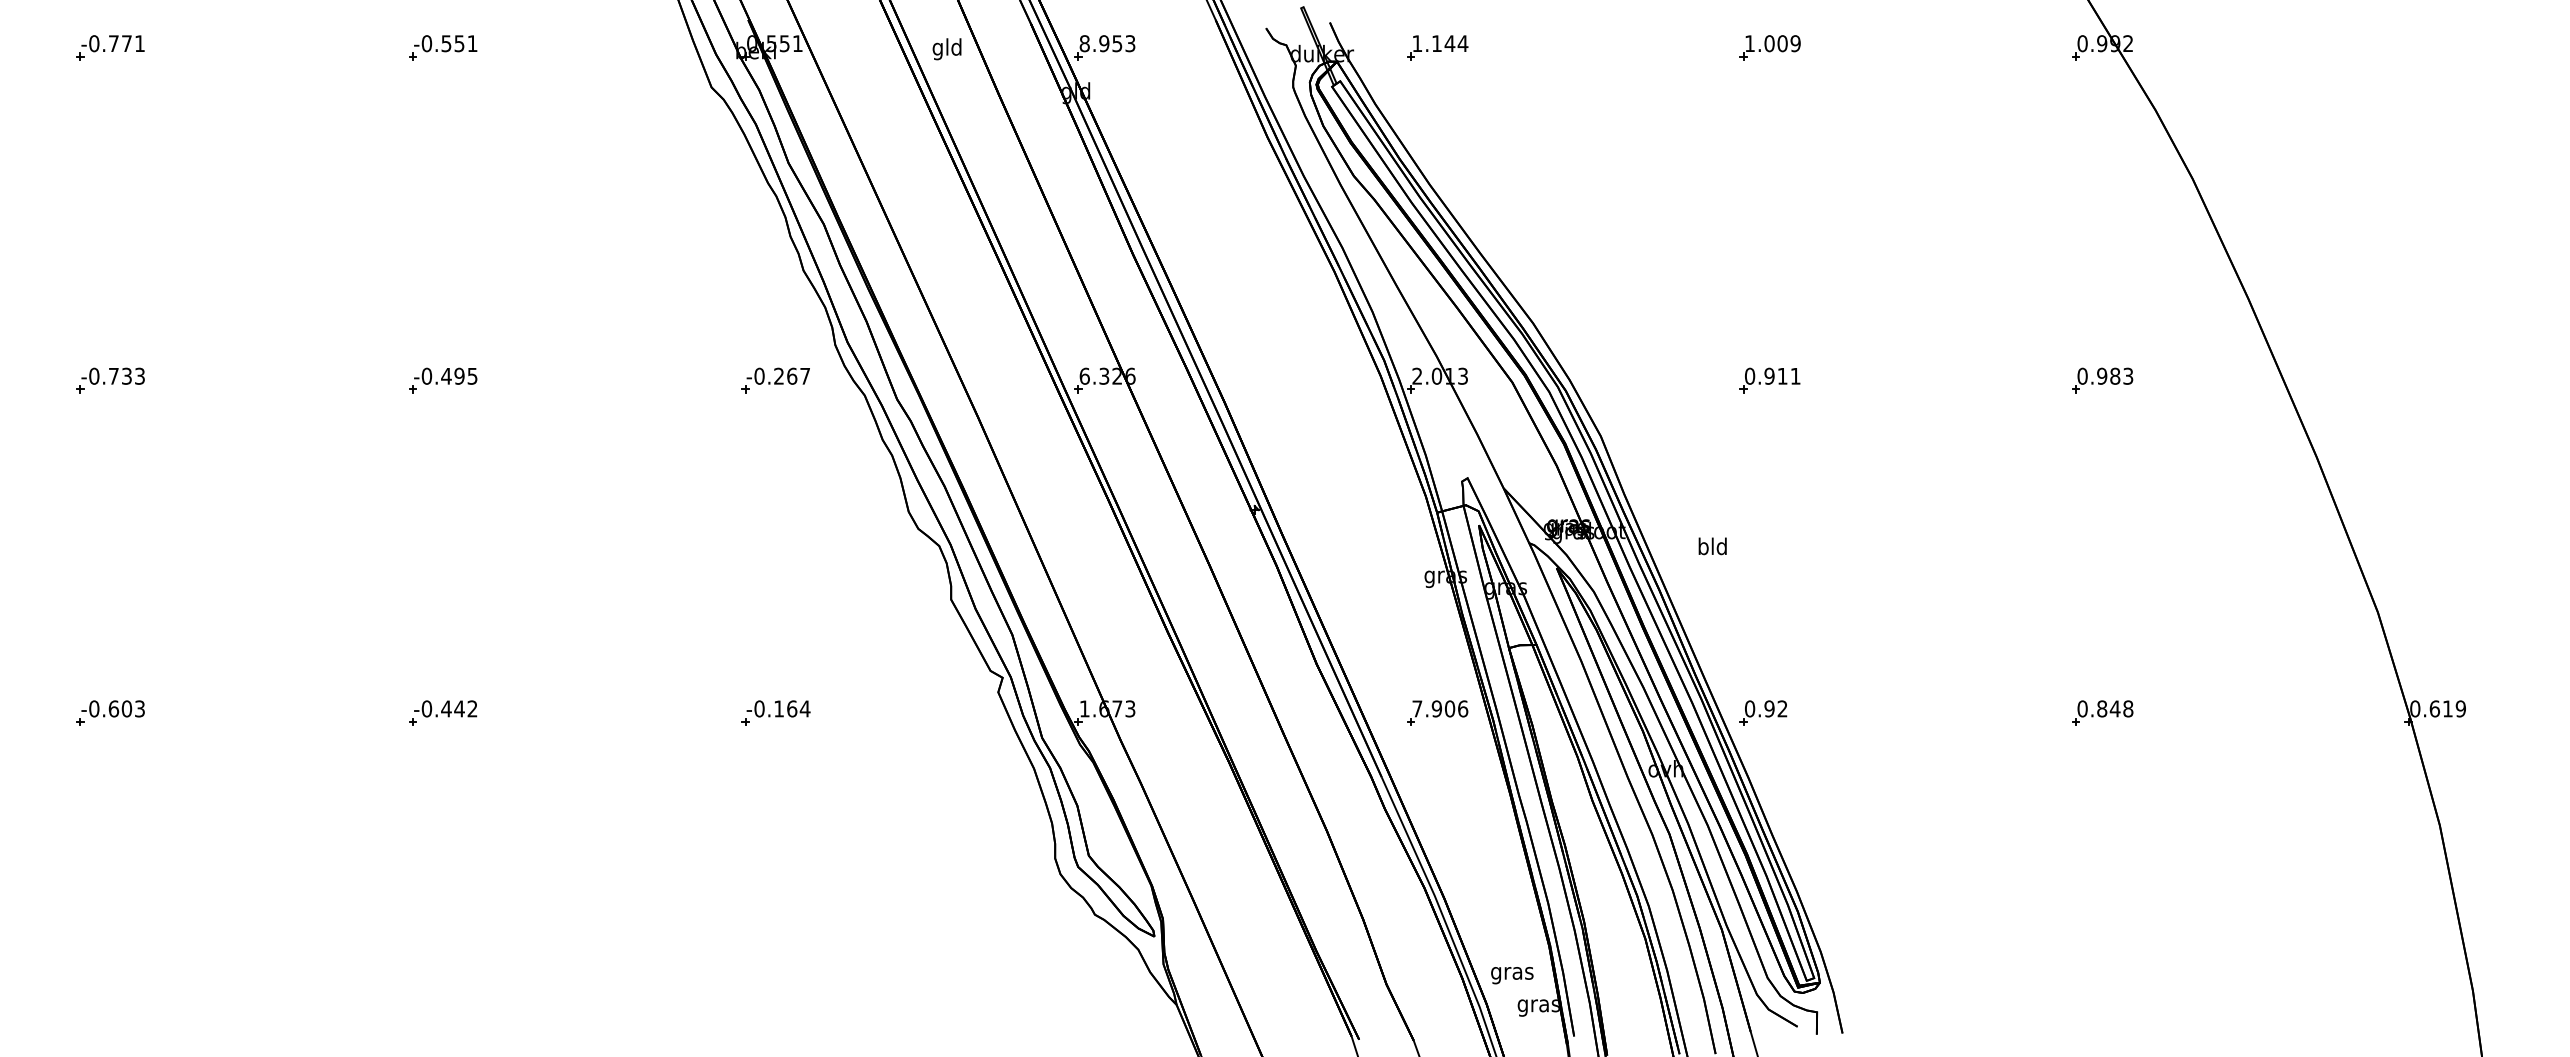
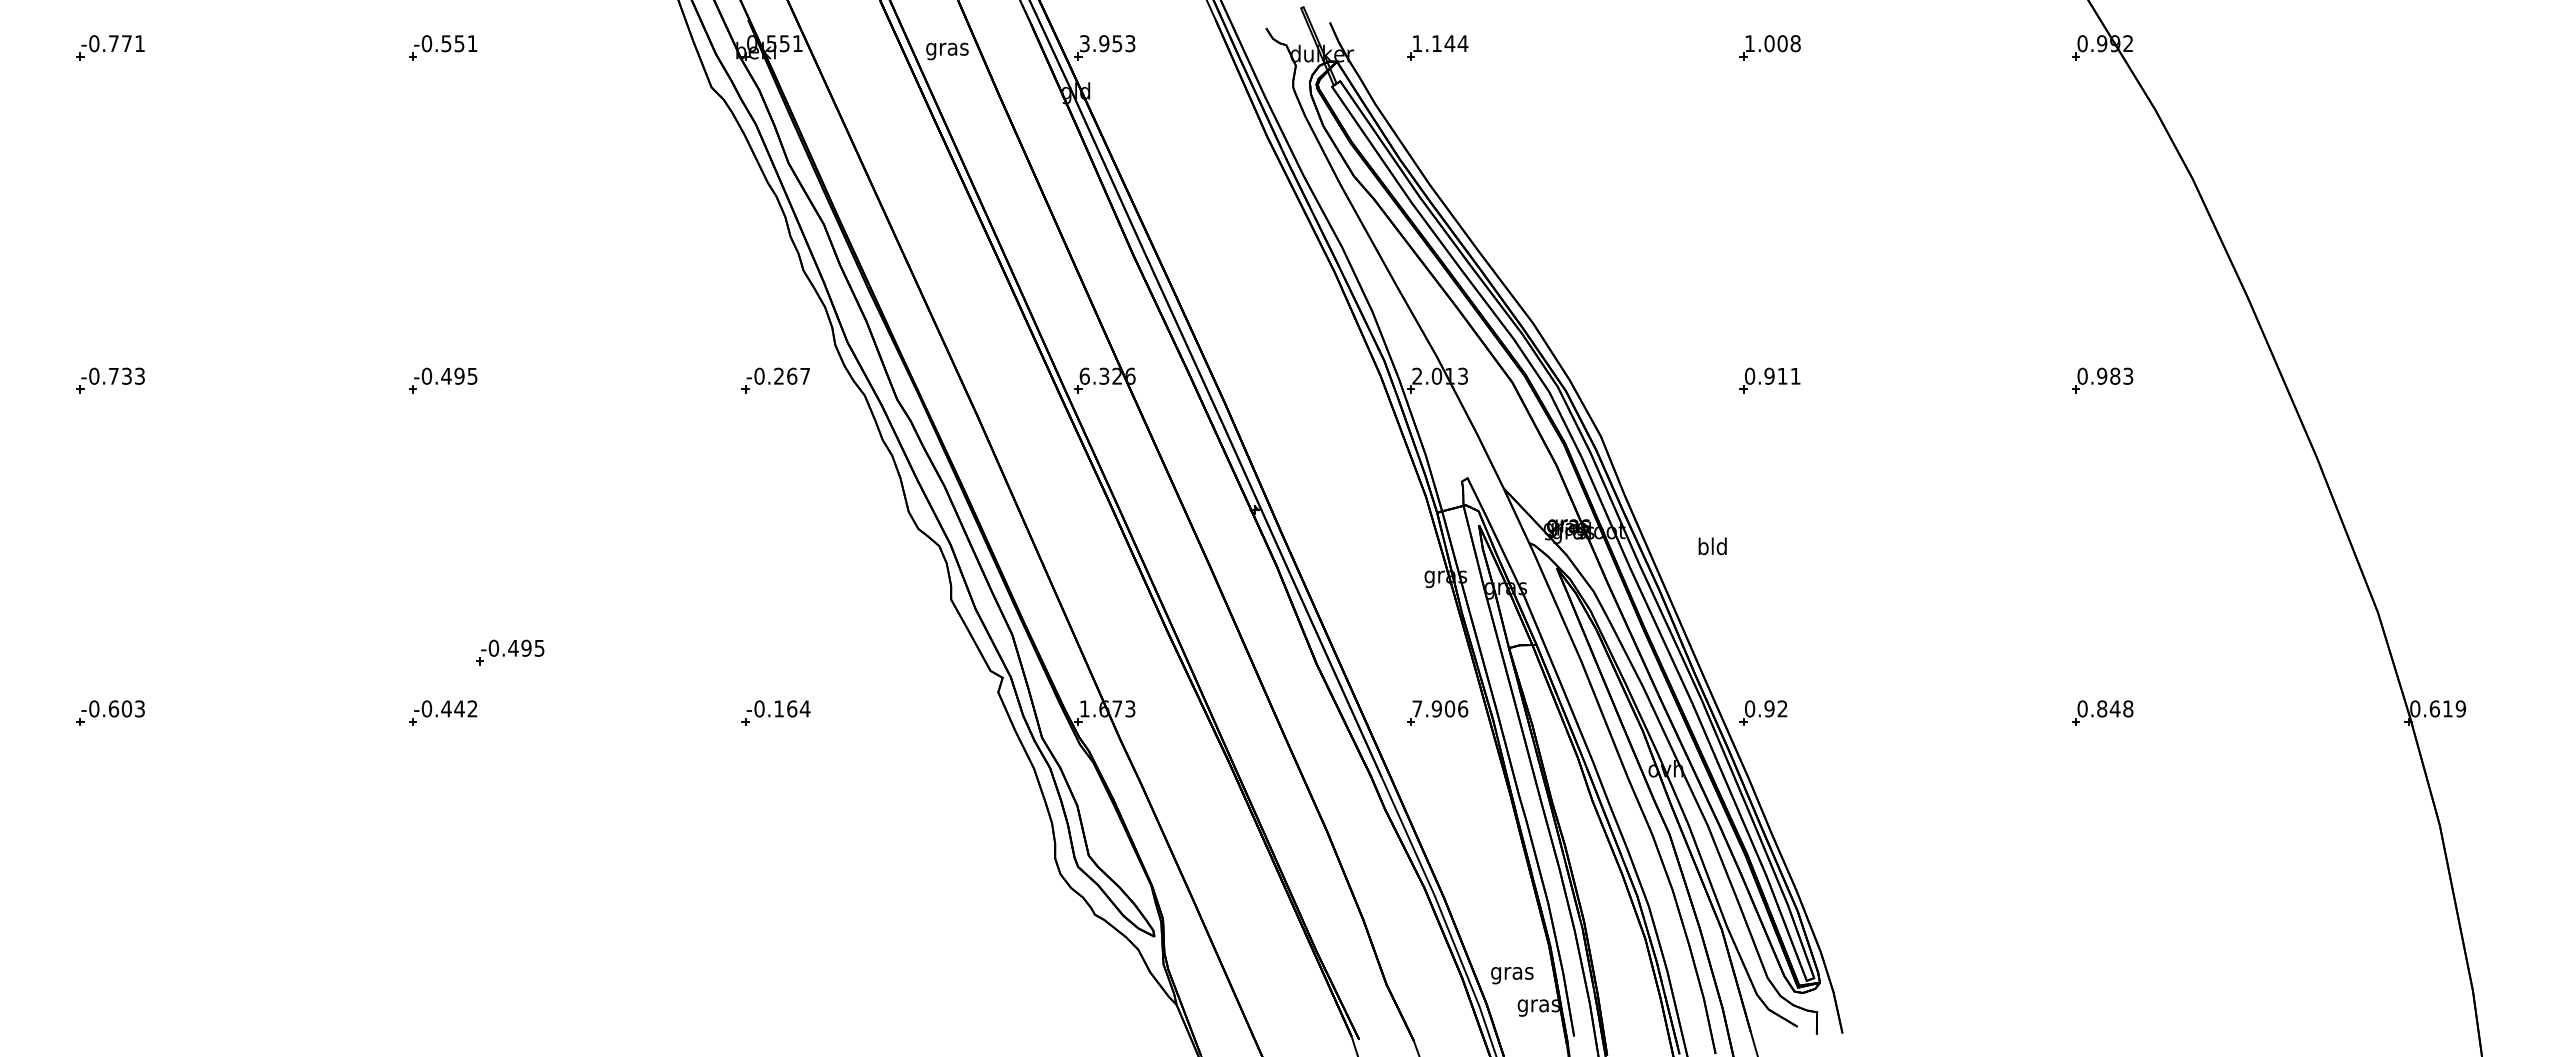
text at (1084, 43): 8.953 -> 3.953
text at (1795, 43): 1.009 -> 1.008
text at (947, 49): gld -> gras
part at (510, 652): none -> present
